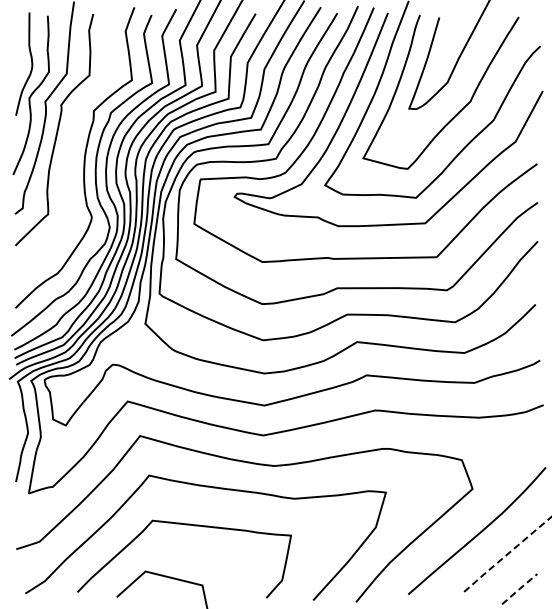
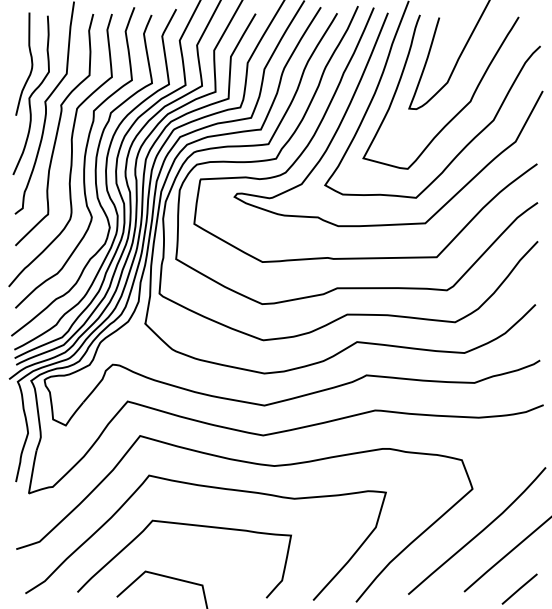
curve at (71, 150): none -> present
line at (507, 554): dashed -> solid
line at (520, 588): dashed -> solid
